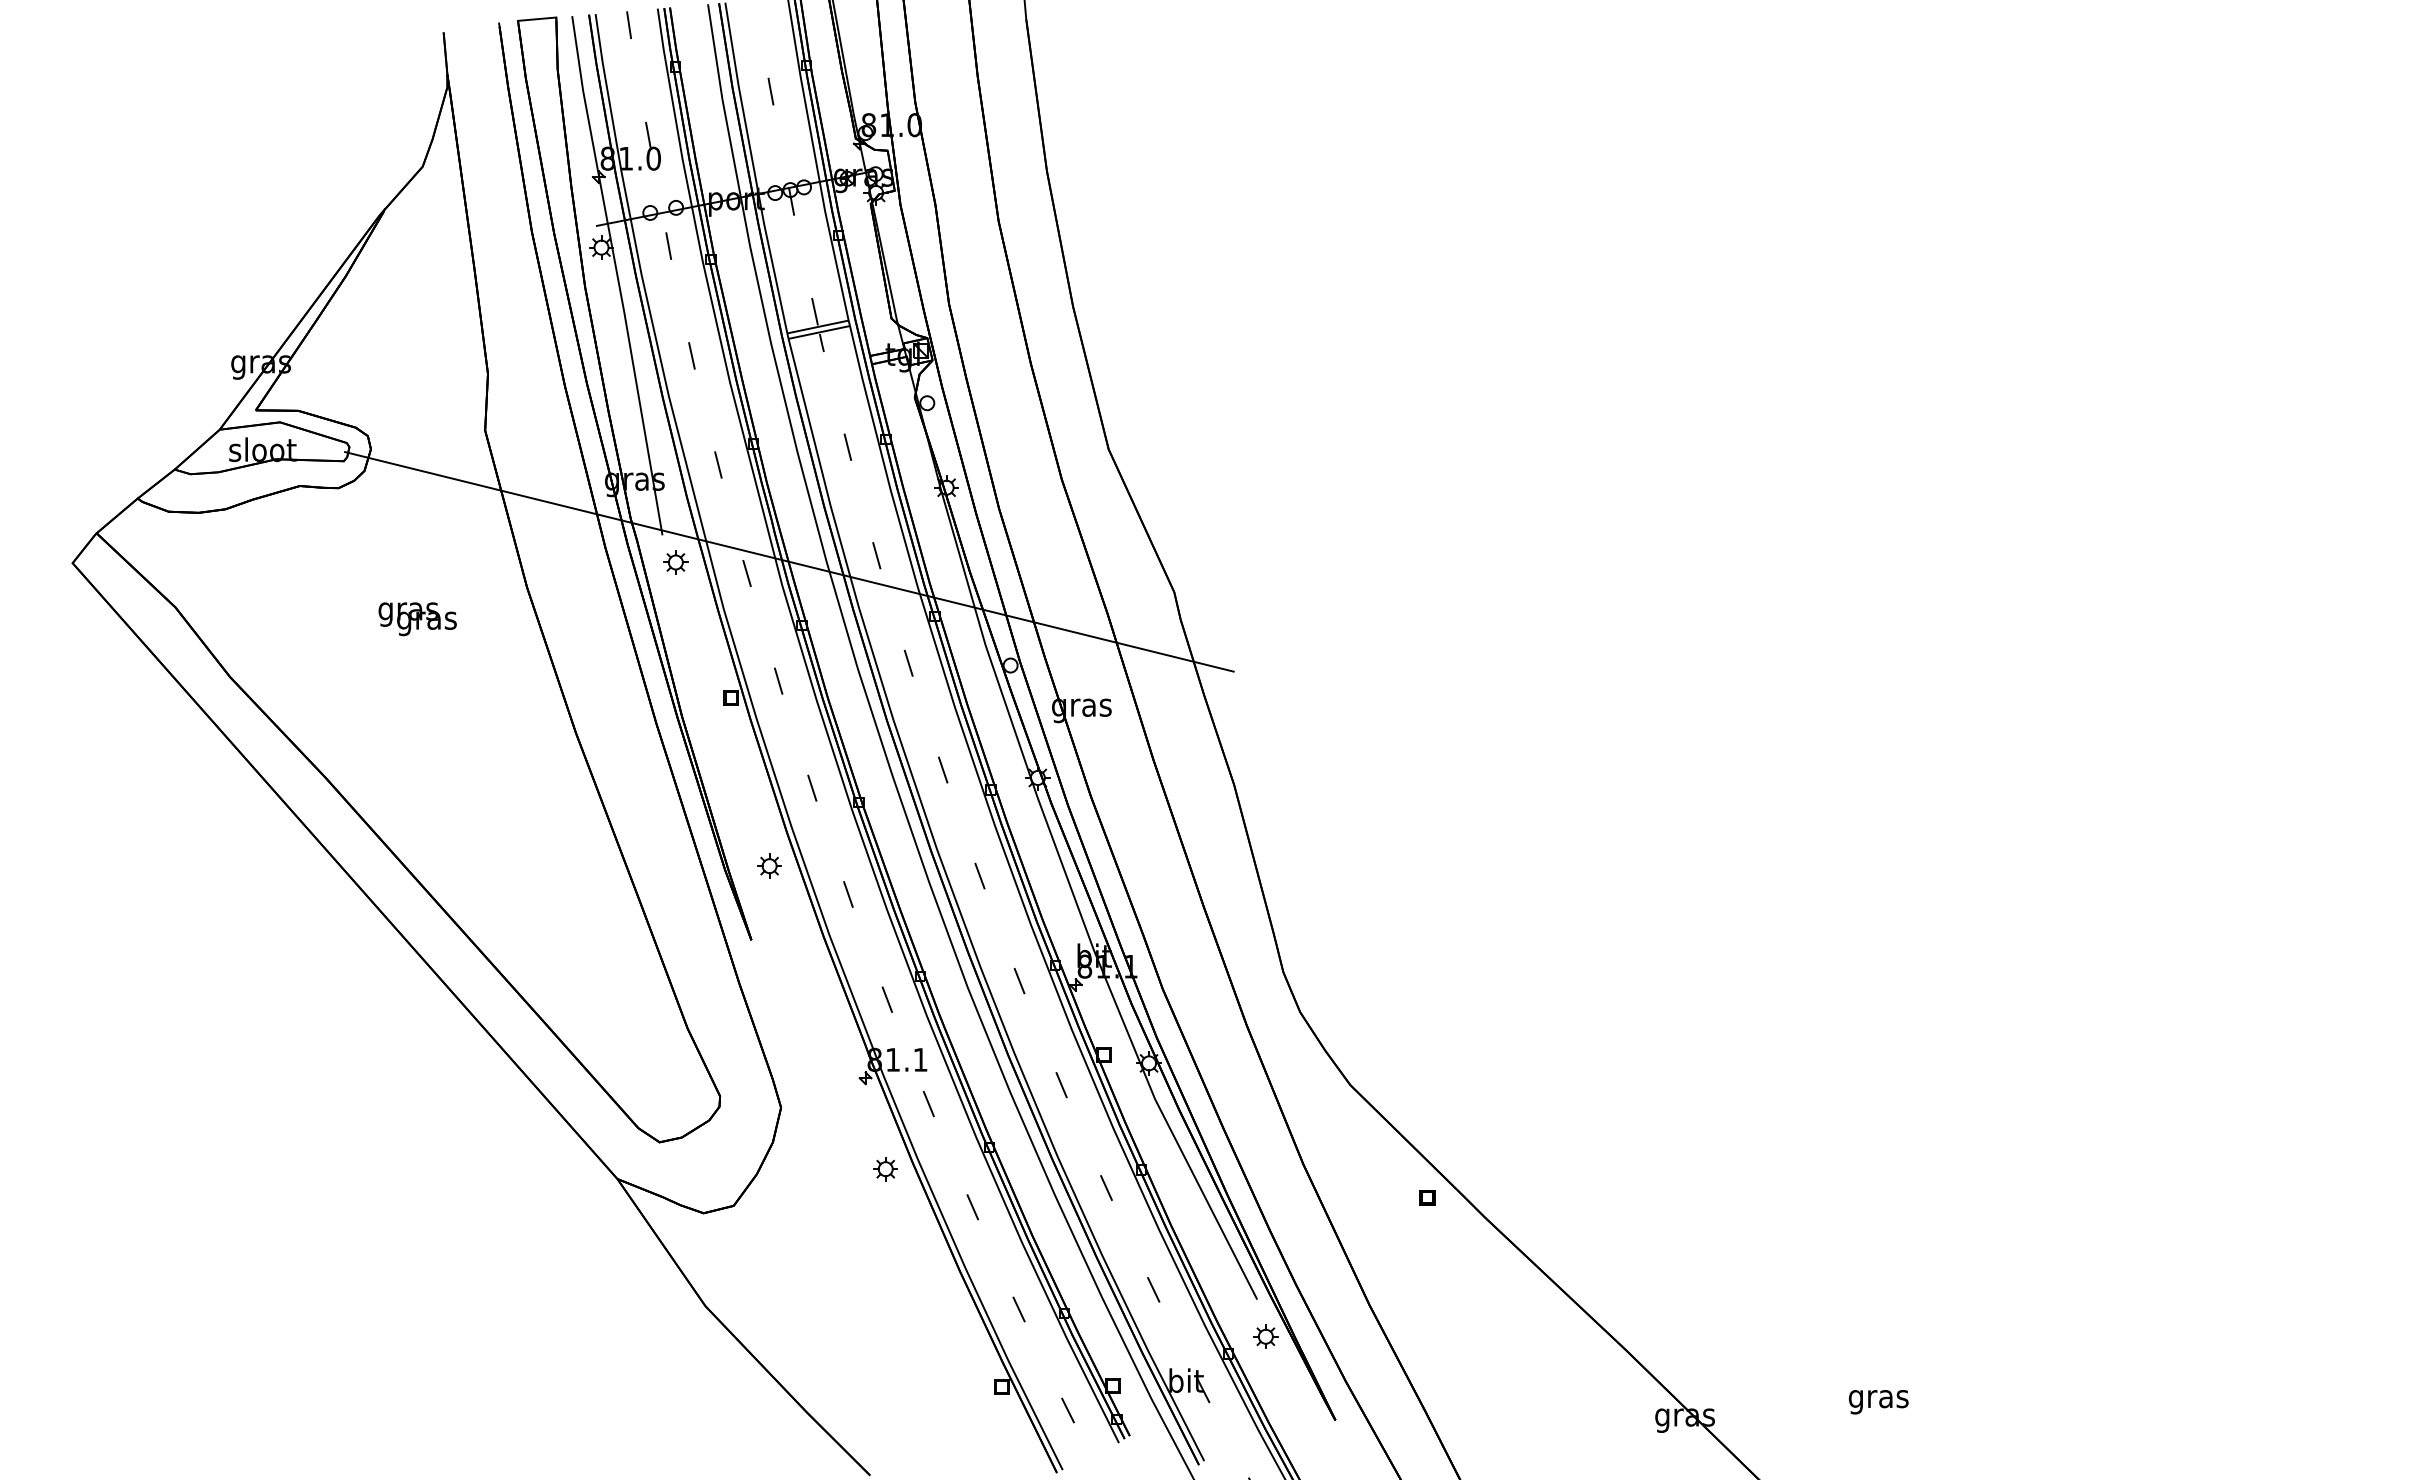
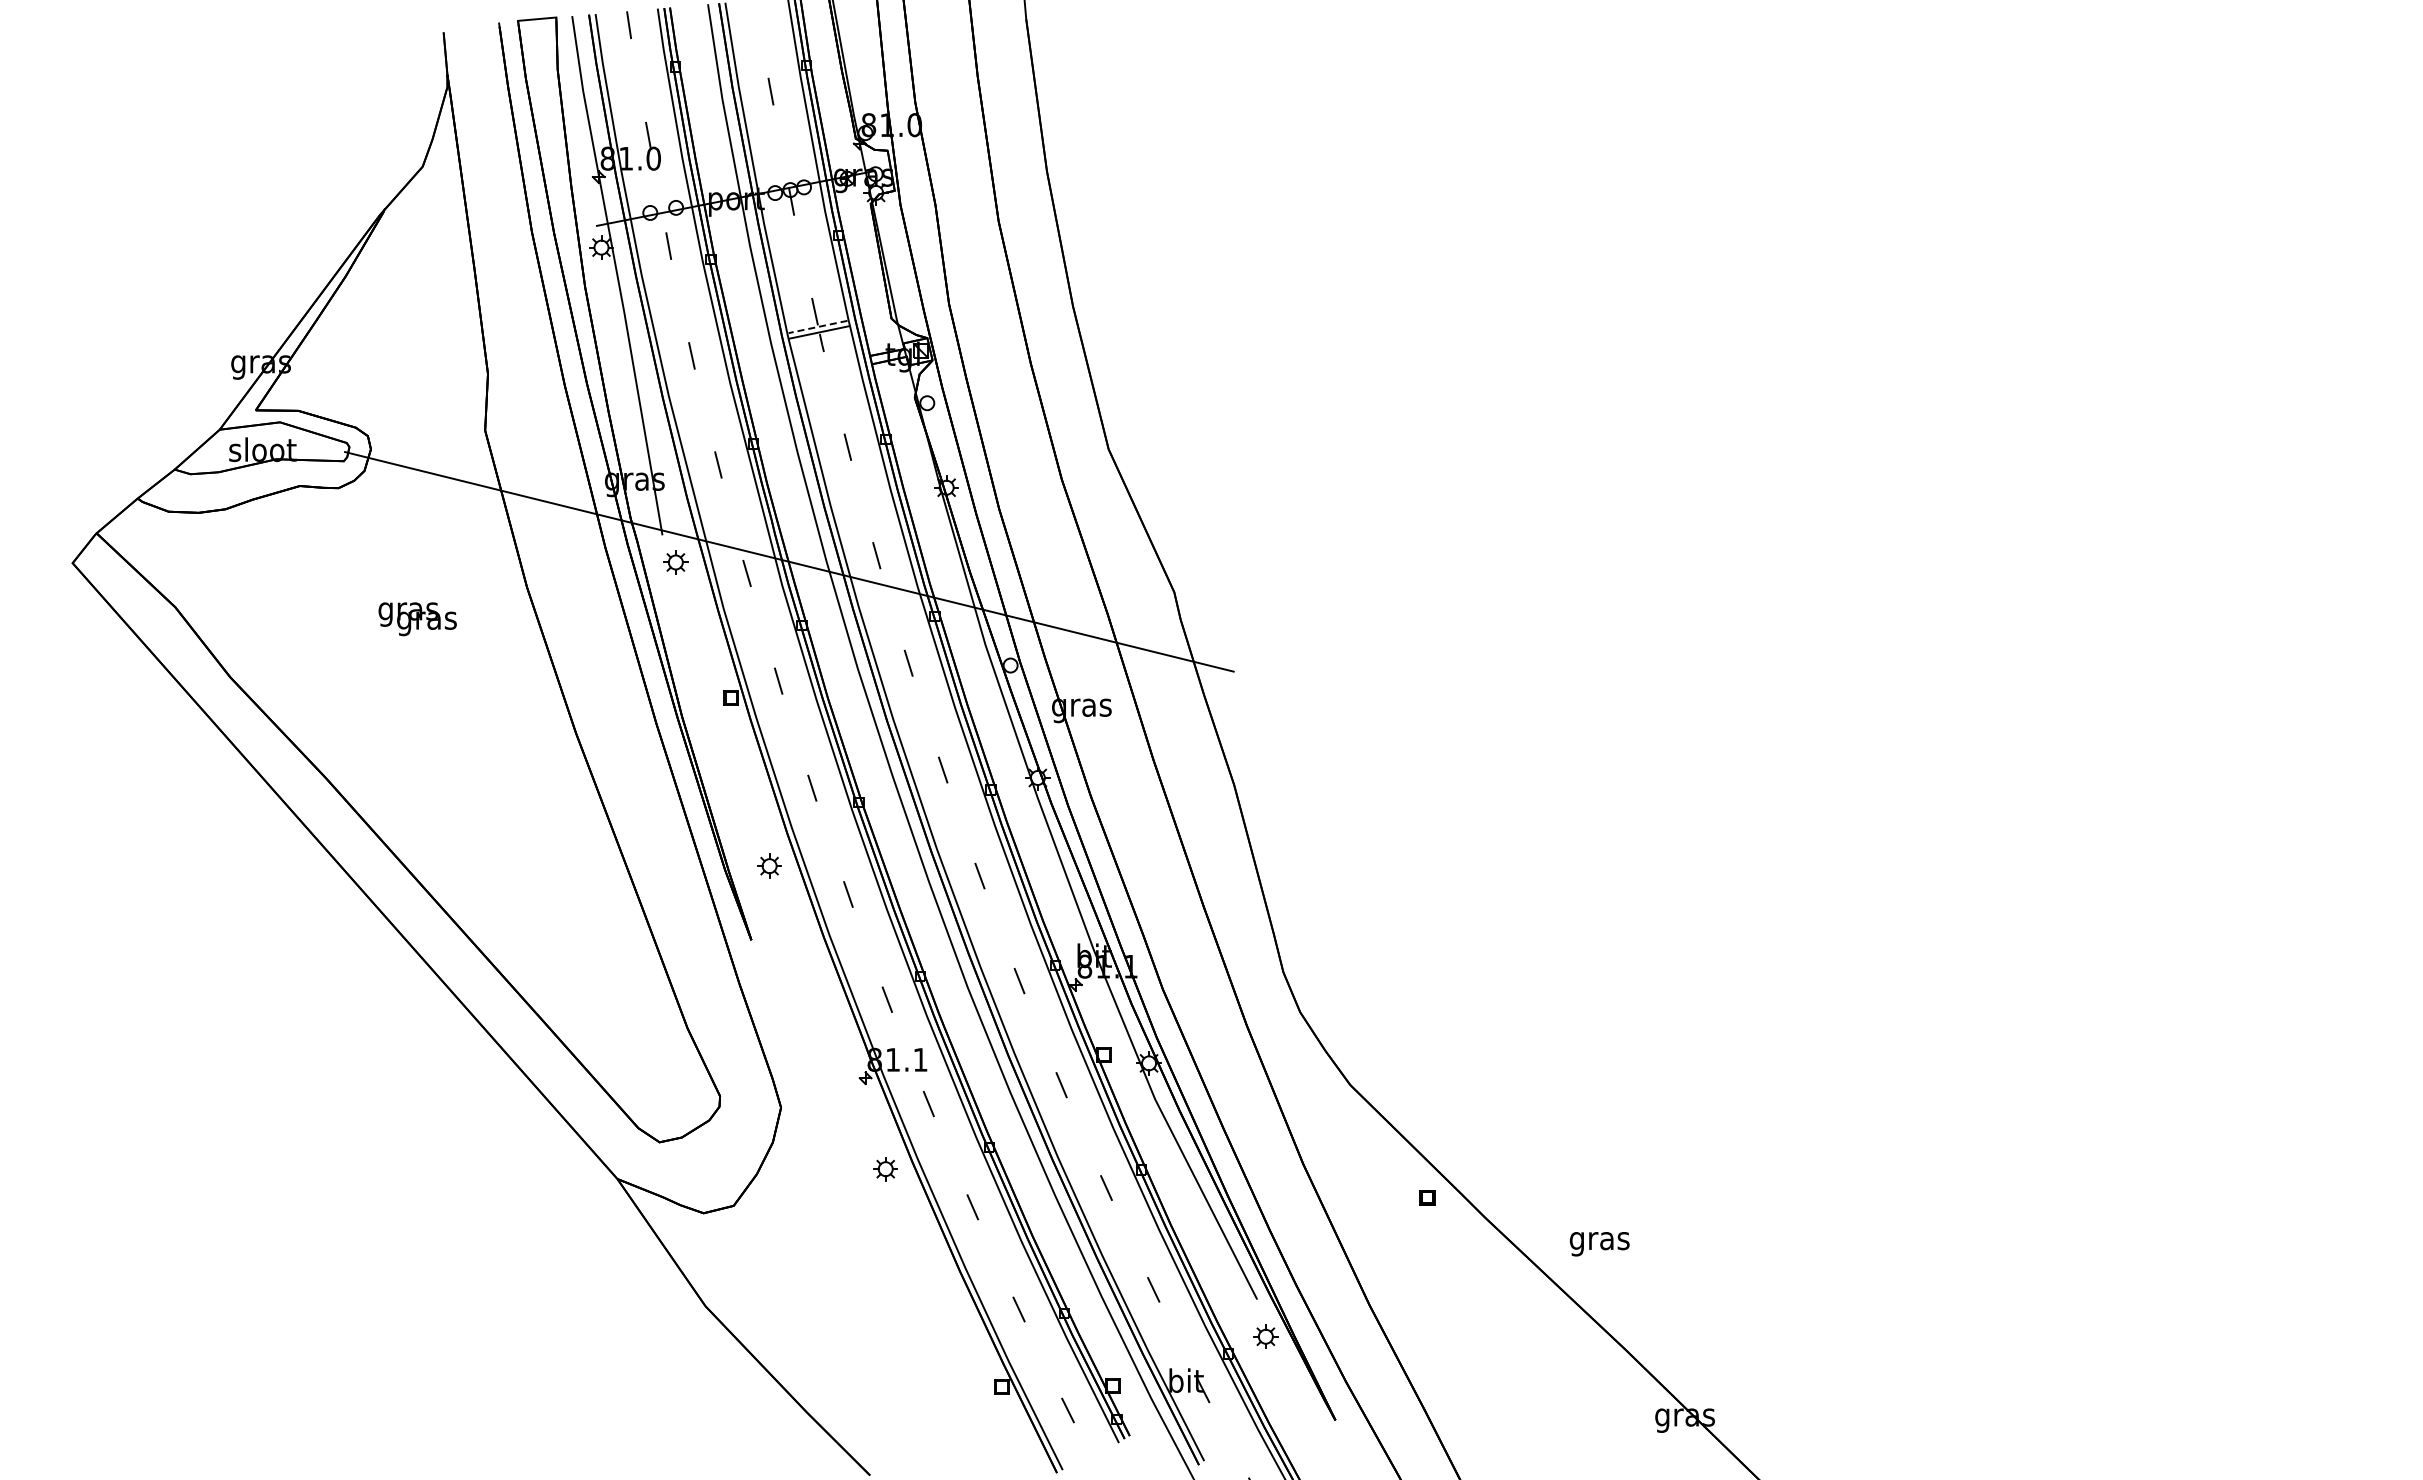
line at (817, 327): solid -> dashed
text at (1878, 1402) position: (1878, 1402) -> (1599, 1244)
